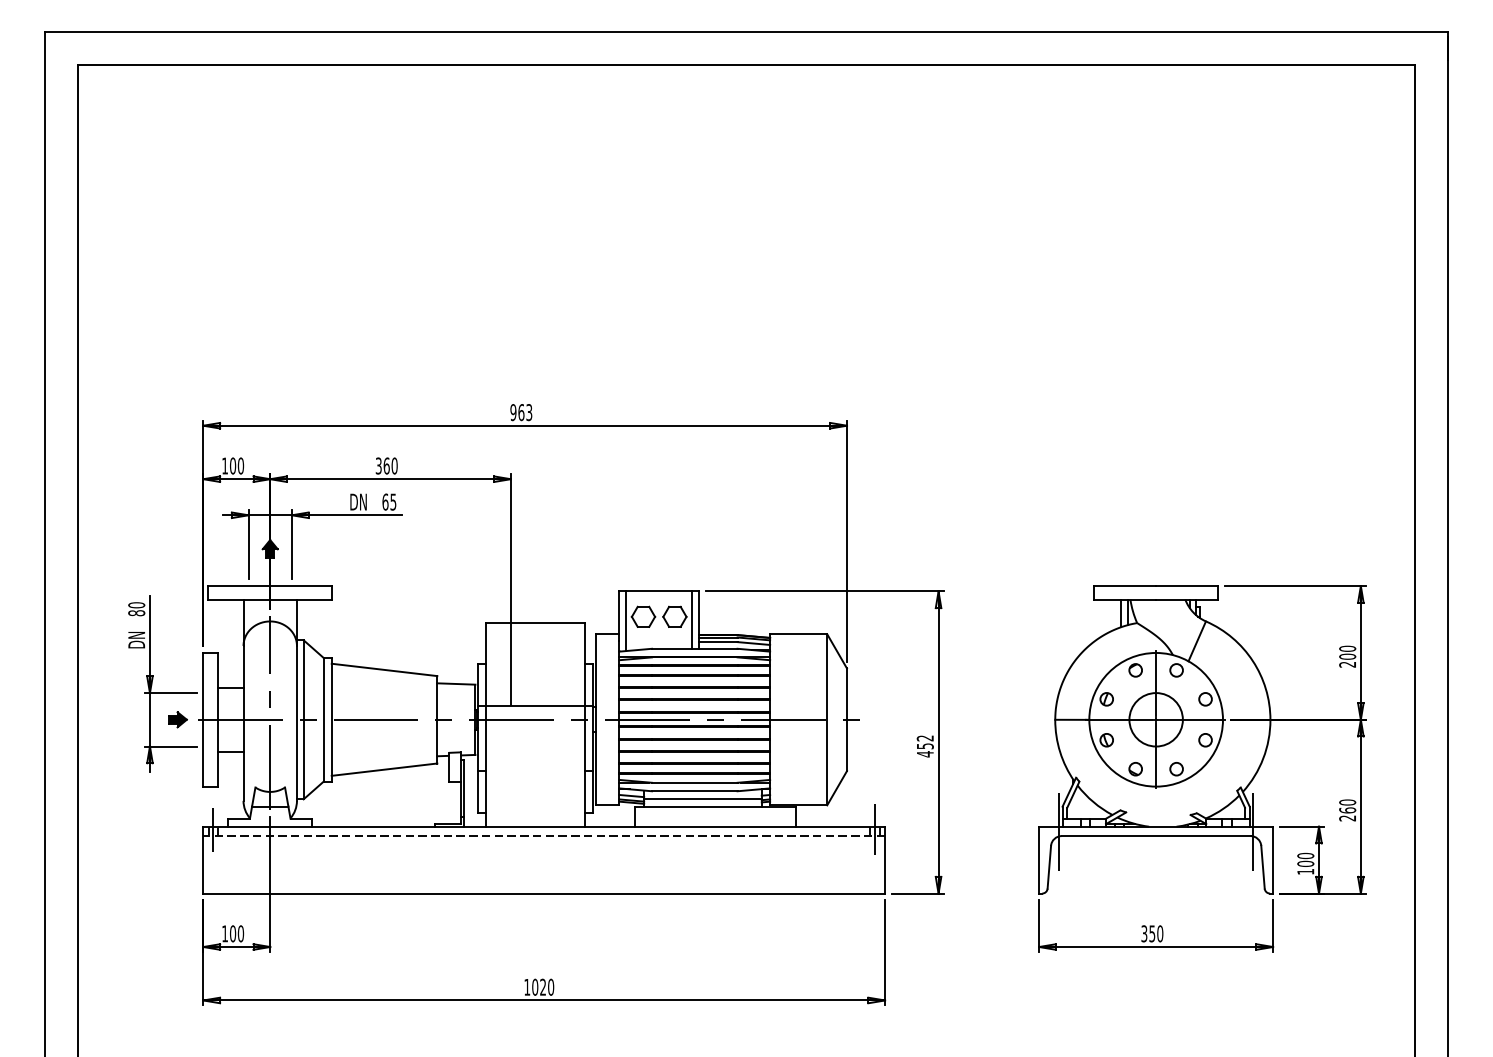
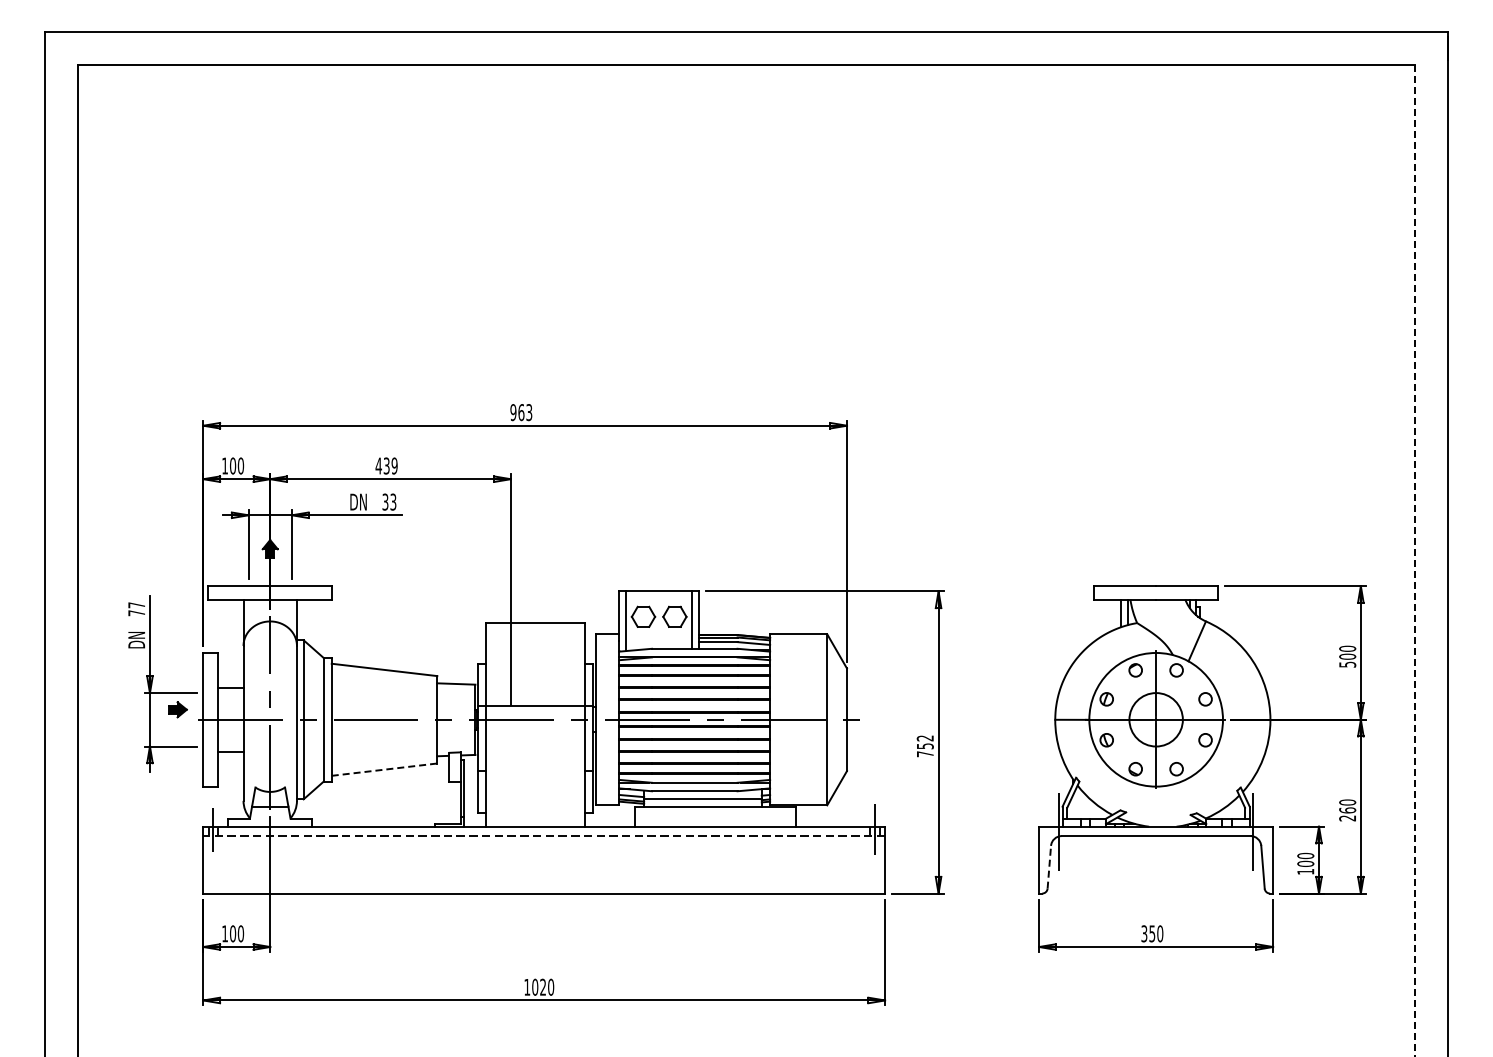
text at (386, 465): 360 -> 439
text at (389, 501): 65 -> 33
line at (1414, 560): solid -> dashed
text at (136, 609): 80 -> 77
text at (1347, 664): 200 -> 500
part at (177, 719) position: (177, 719) -> (177, 709)
text at (925, 754): 452 -> 752
line at (385, 769): solid -> dashed
line at (1049, 866): solid -> dashed
